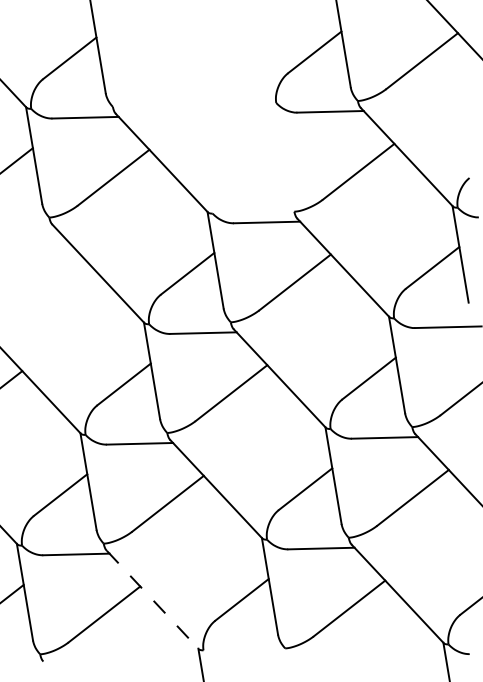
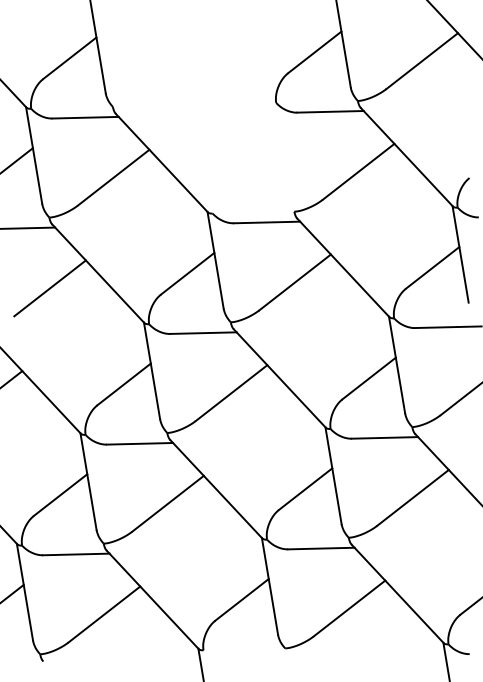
line at (28, 227): none -> present
line at (49, 288): none -> present
line at (153, 600): dashed -> solid
